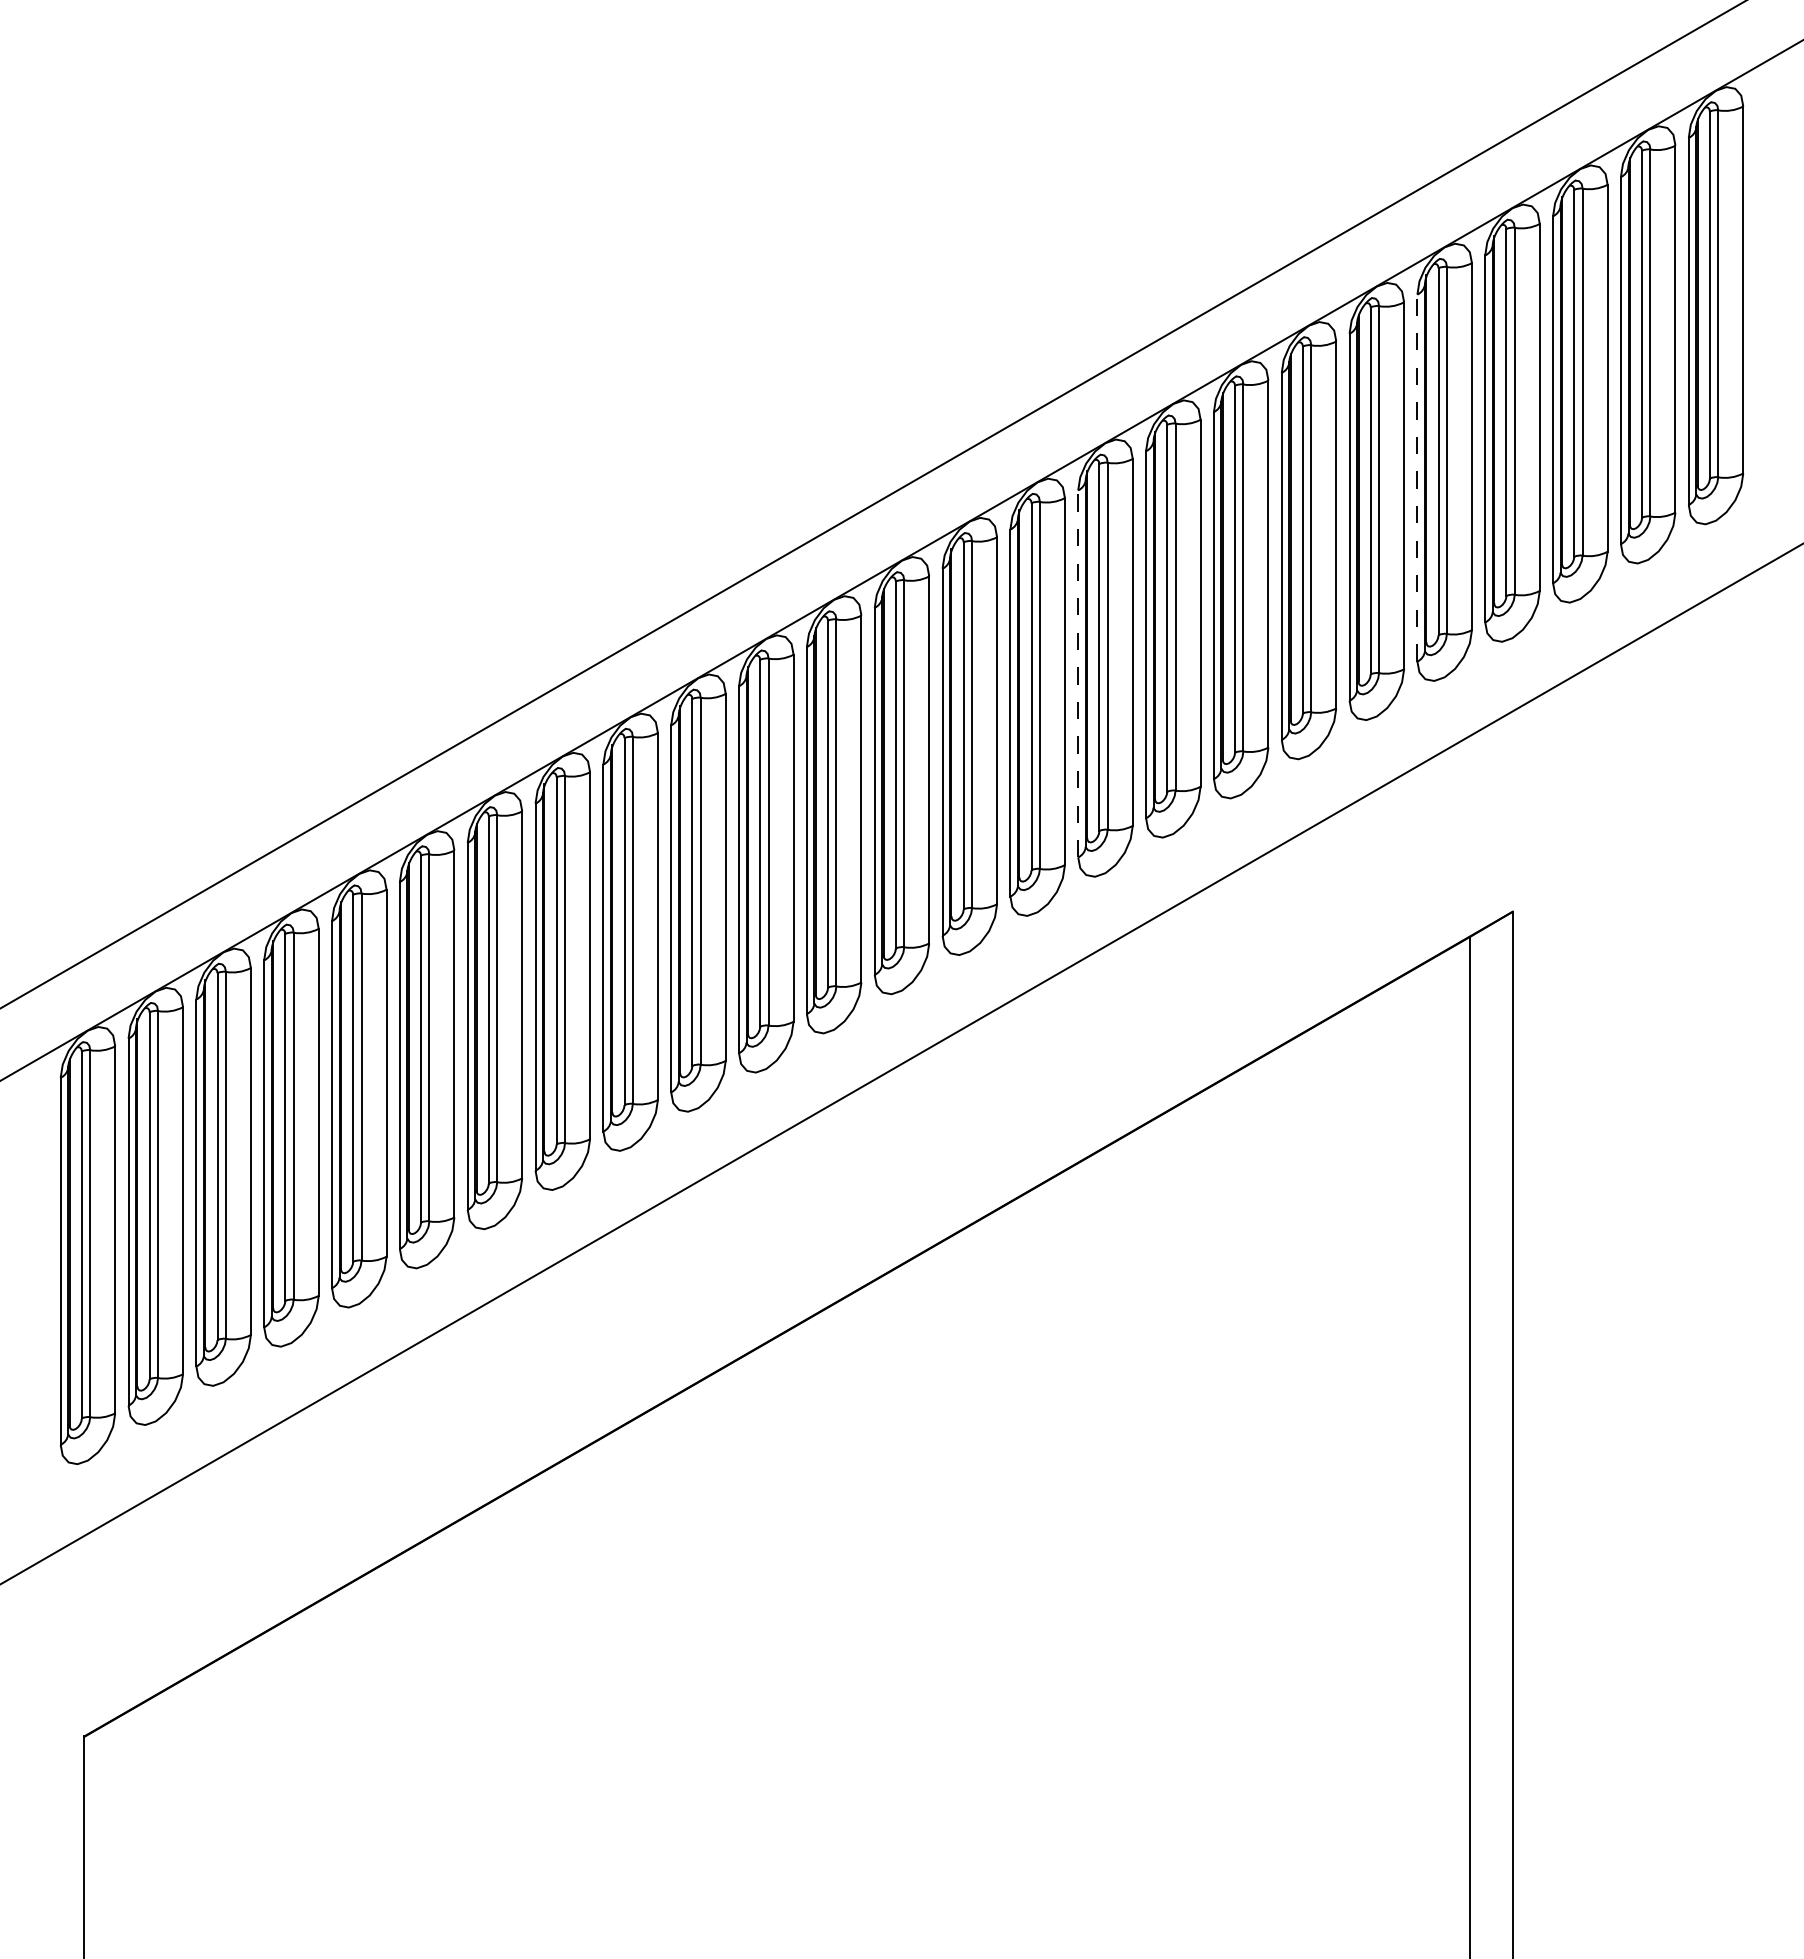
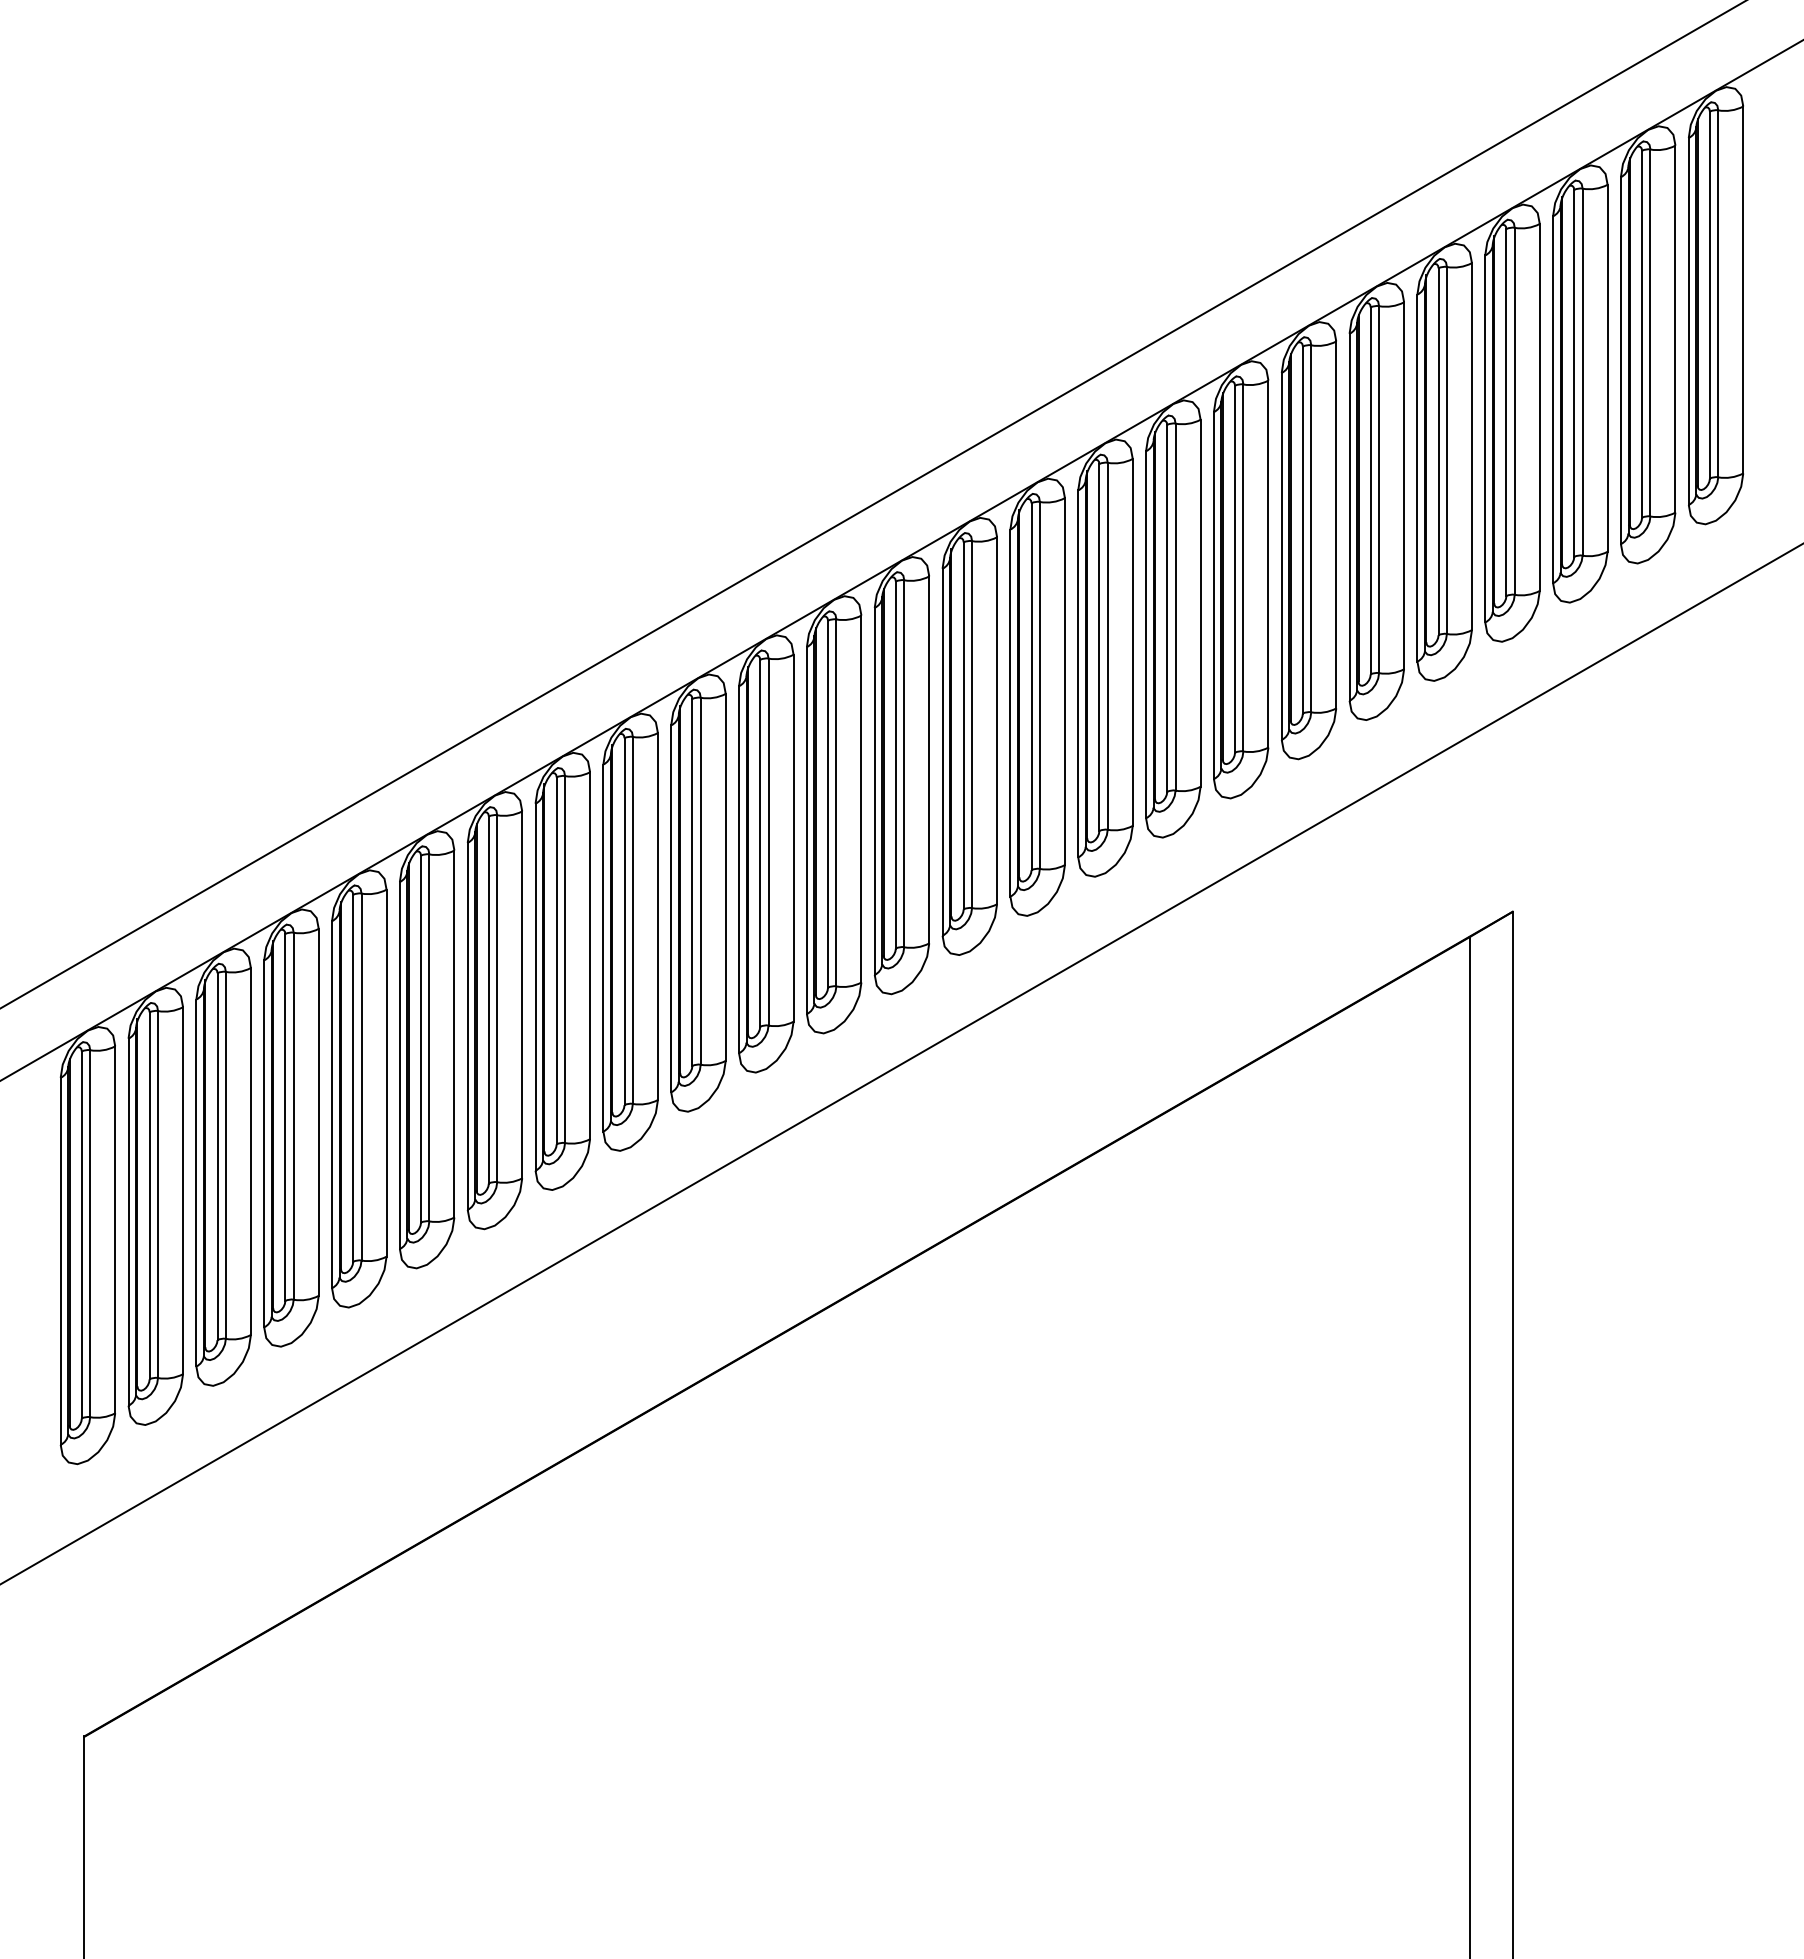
line at (1417, 477): dashed -> solid
line at (1078, 673): dashed -> solid
